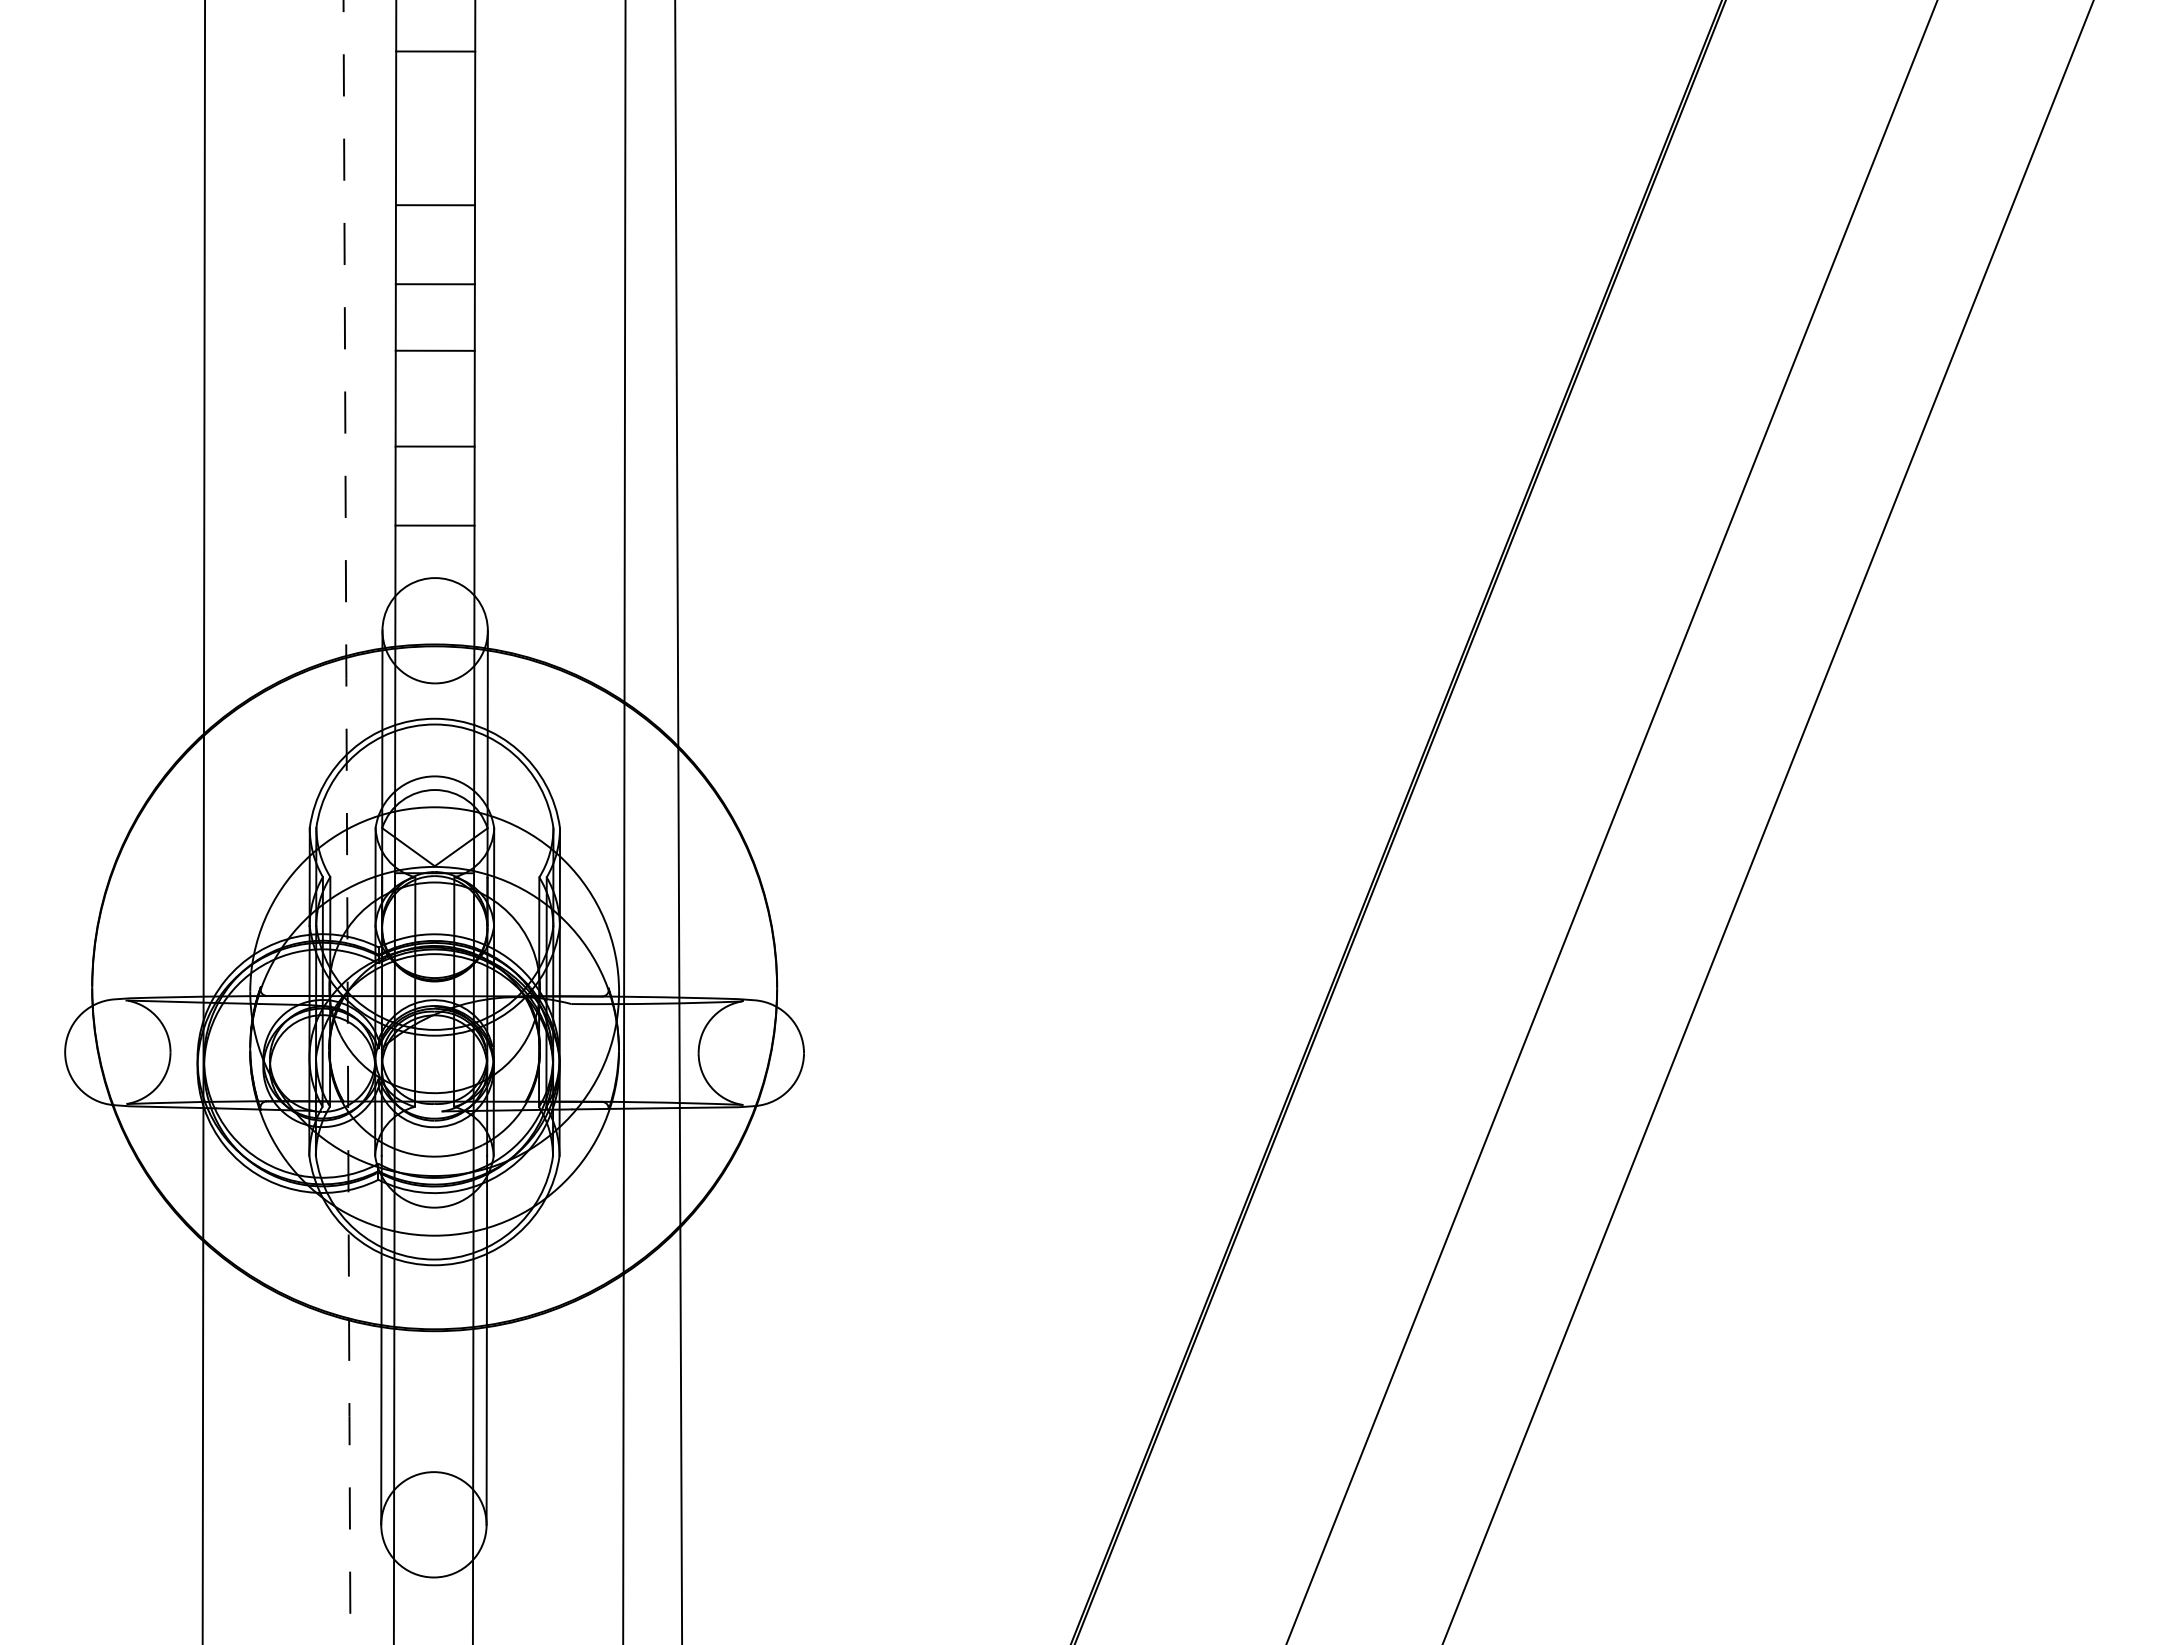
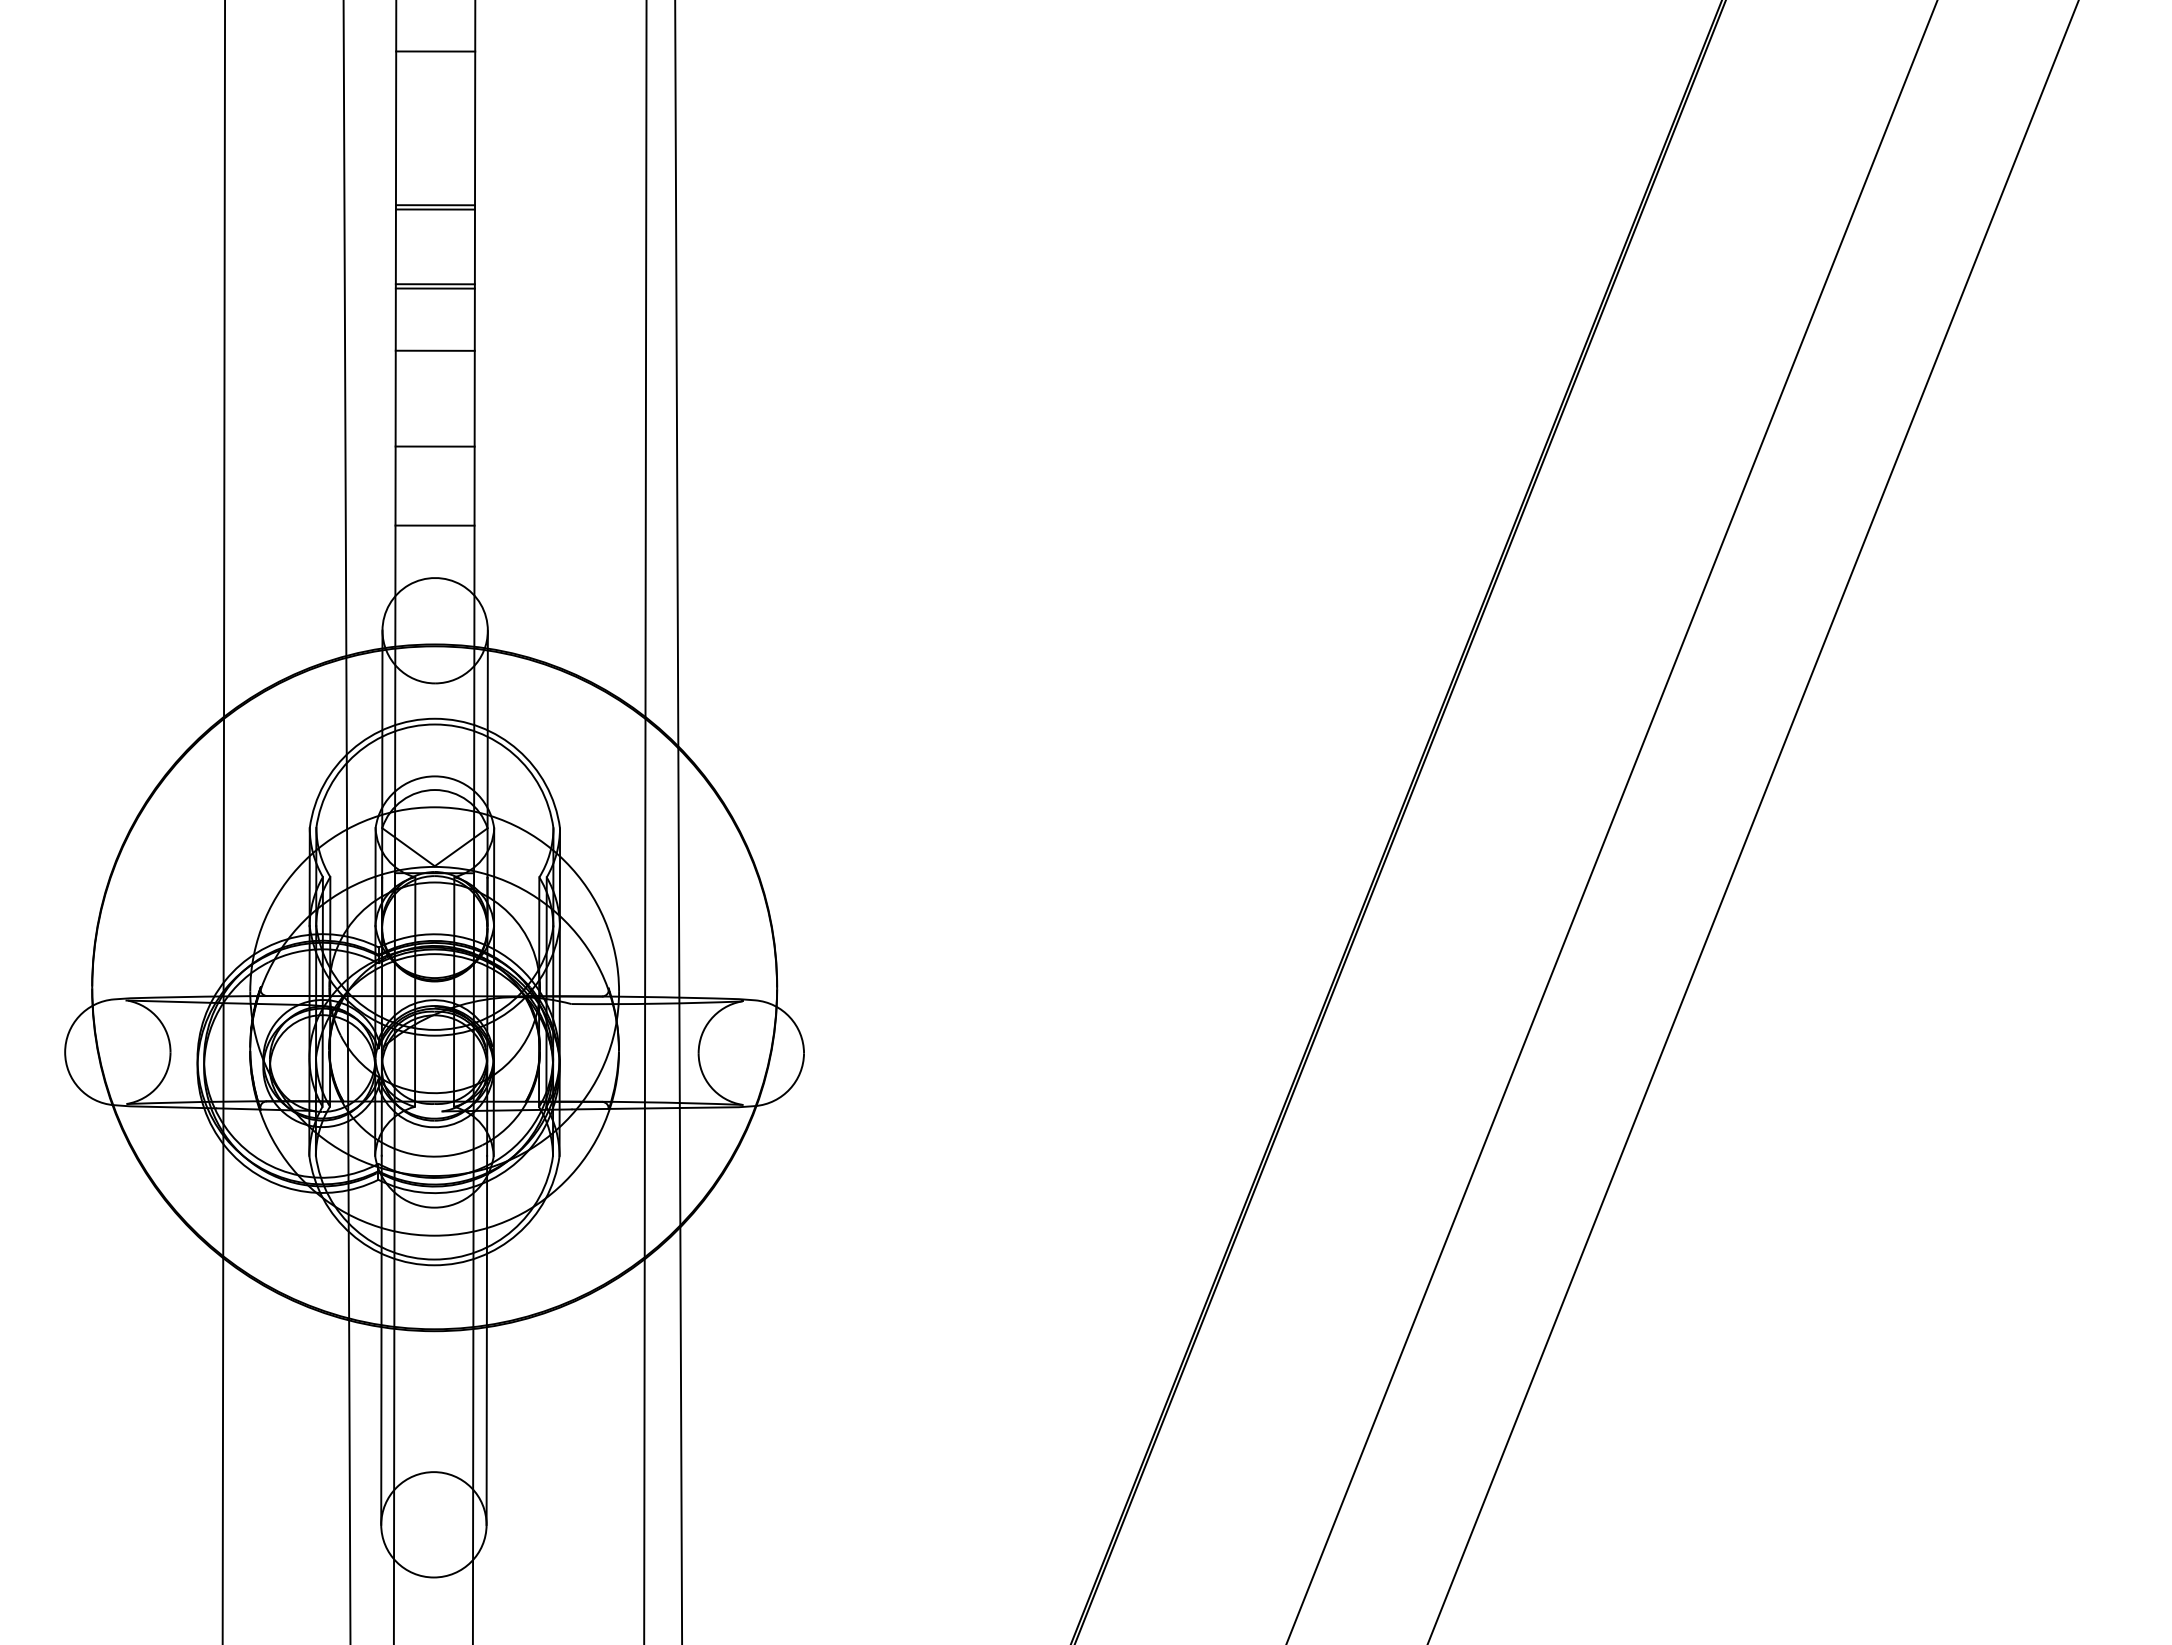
line at (435, 209): none -> present
line at (434, 288): none -> present
line at (203, 821) position: (203, 821) -> (223, 821)
arc at (346, 821): dashed -> solid
line at (624, 821) position: (624, 821) -> (645, 821)
line at (1767, 821) position: (1767, 821) -> (1752, 821)
